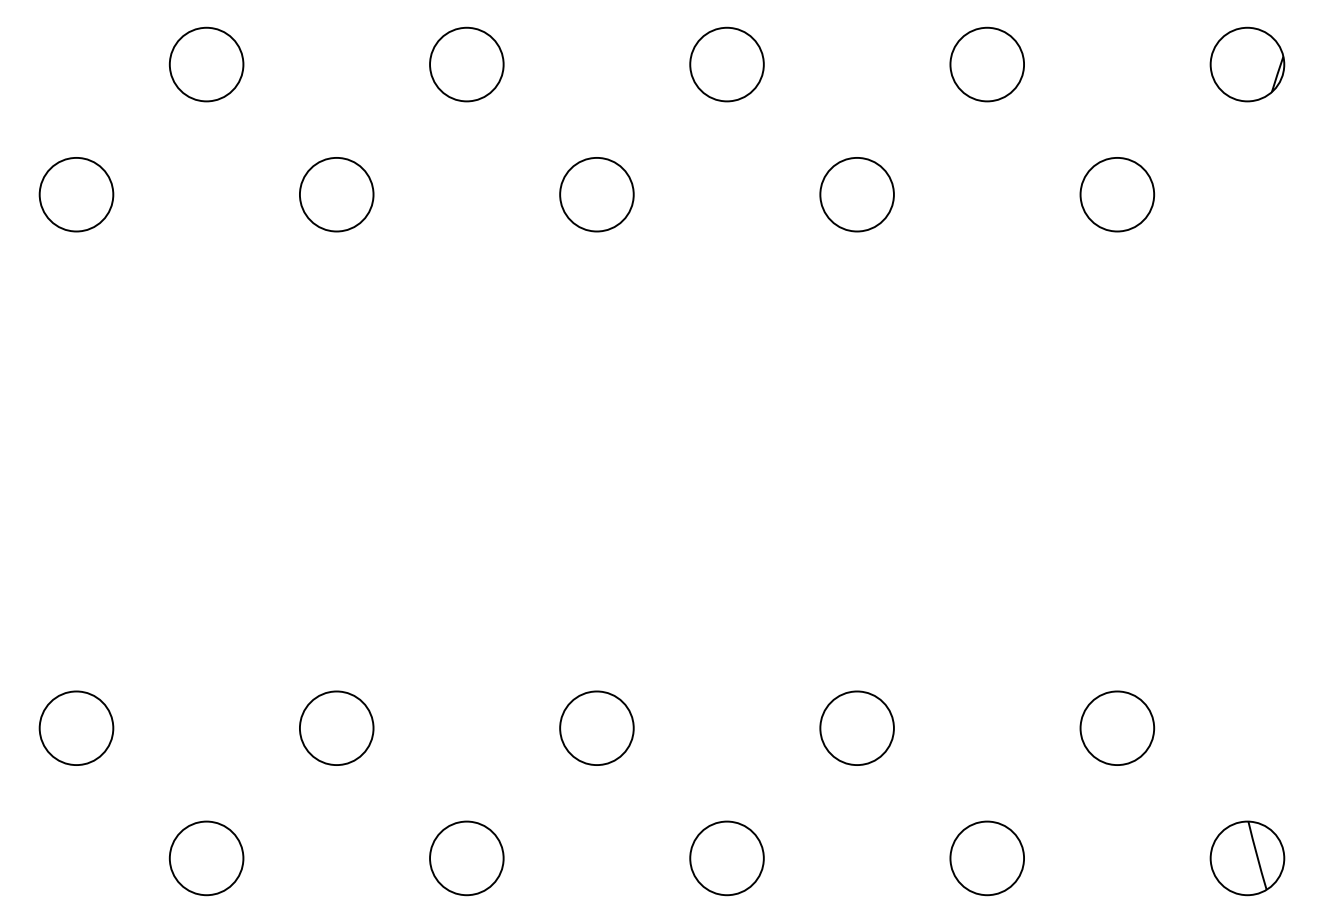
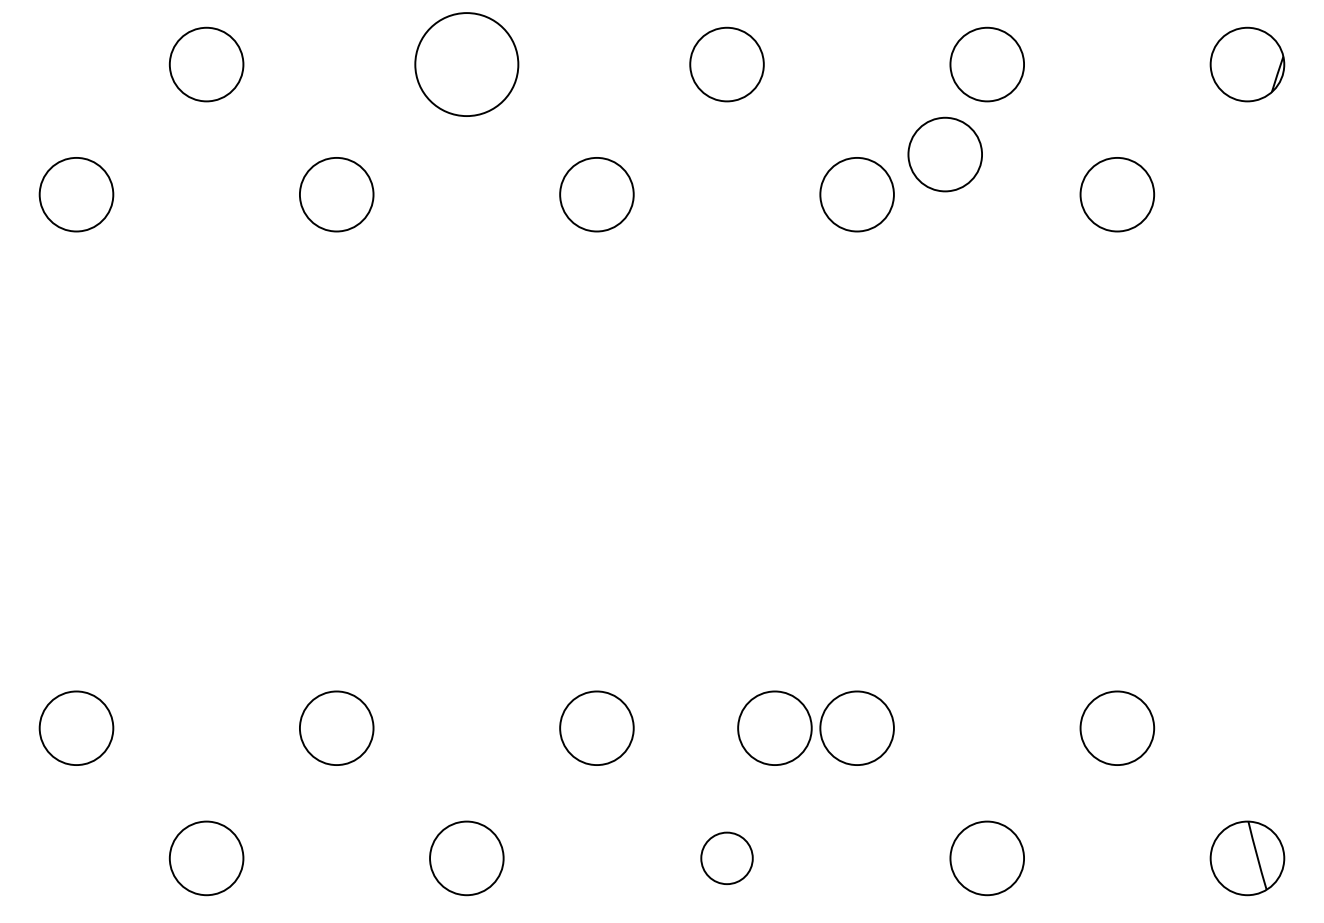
circle at (466, 64) diameter: 74 px -> 103 px
circle at (944, 154): none -> present
circle at (774, 727): none -> present
circle at (726, 858) diameter: 74 px -> 52 px
